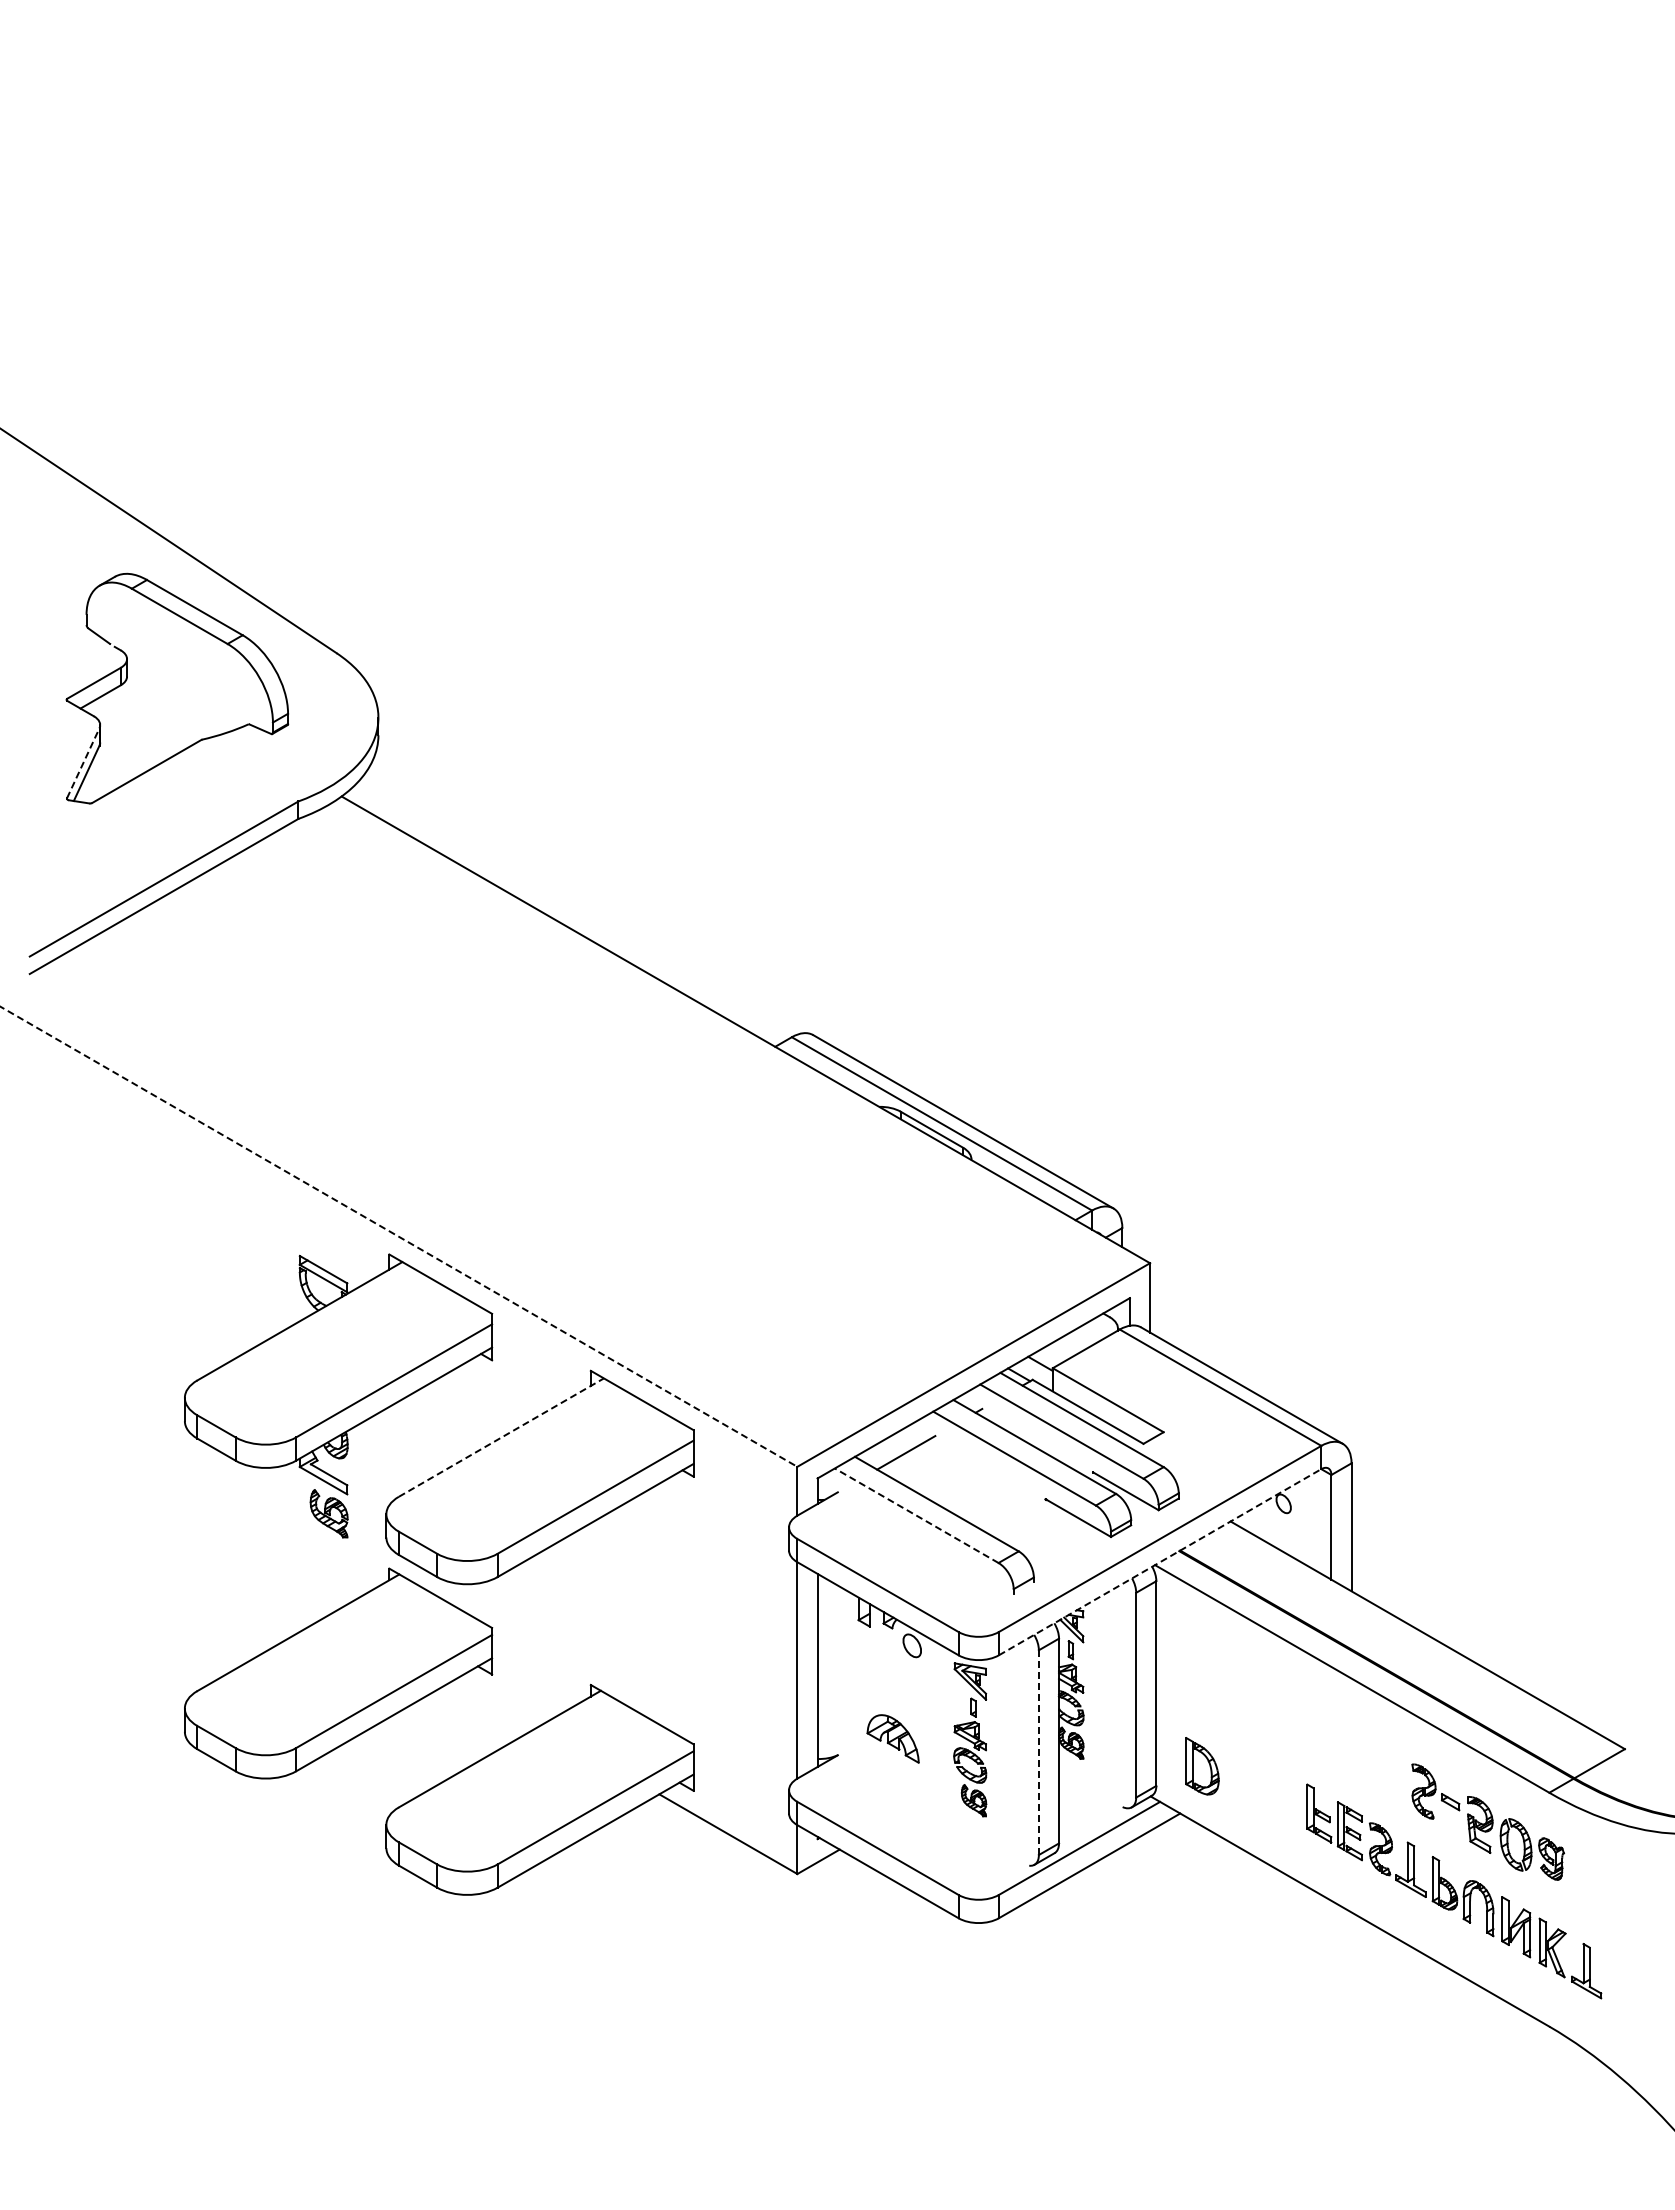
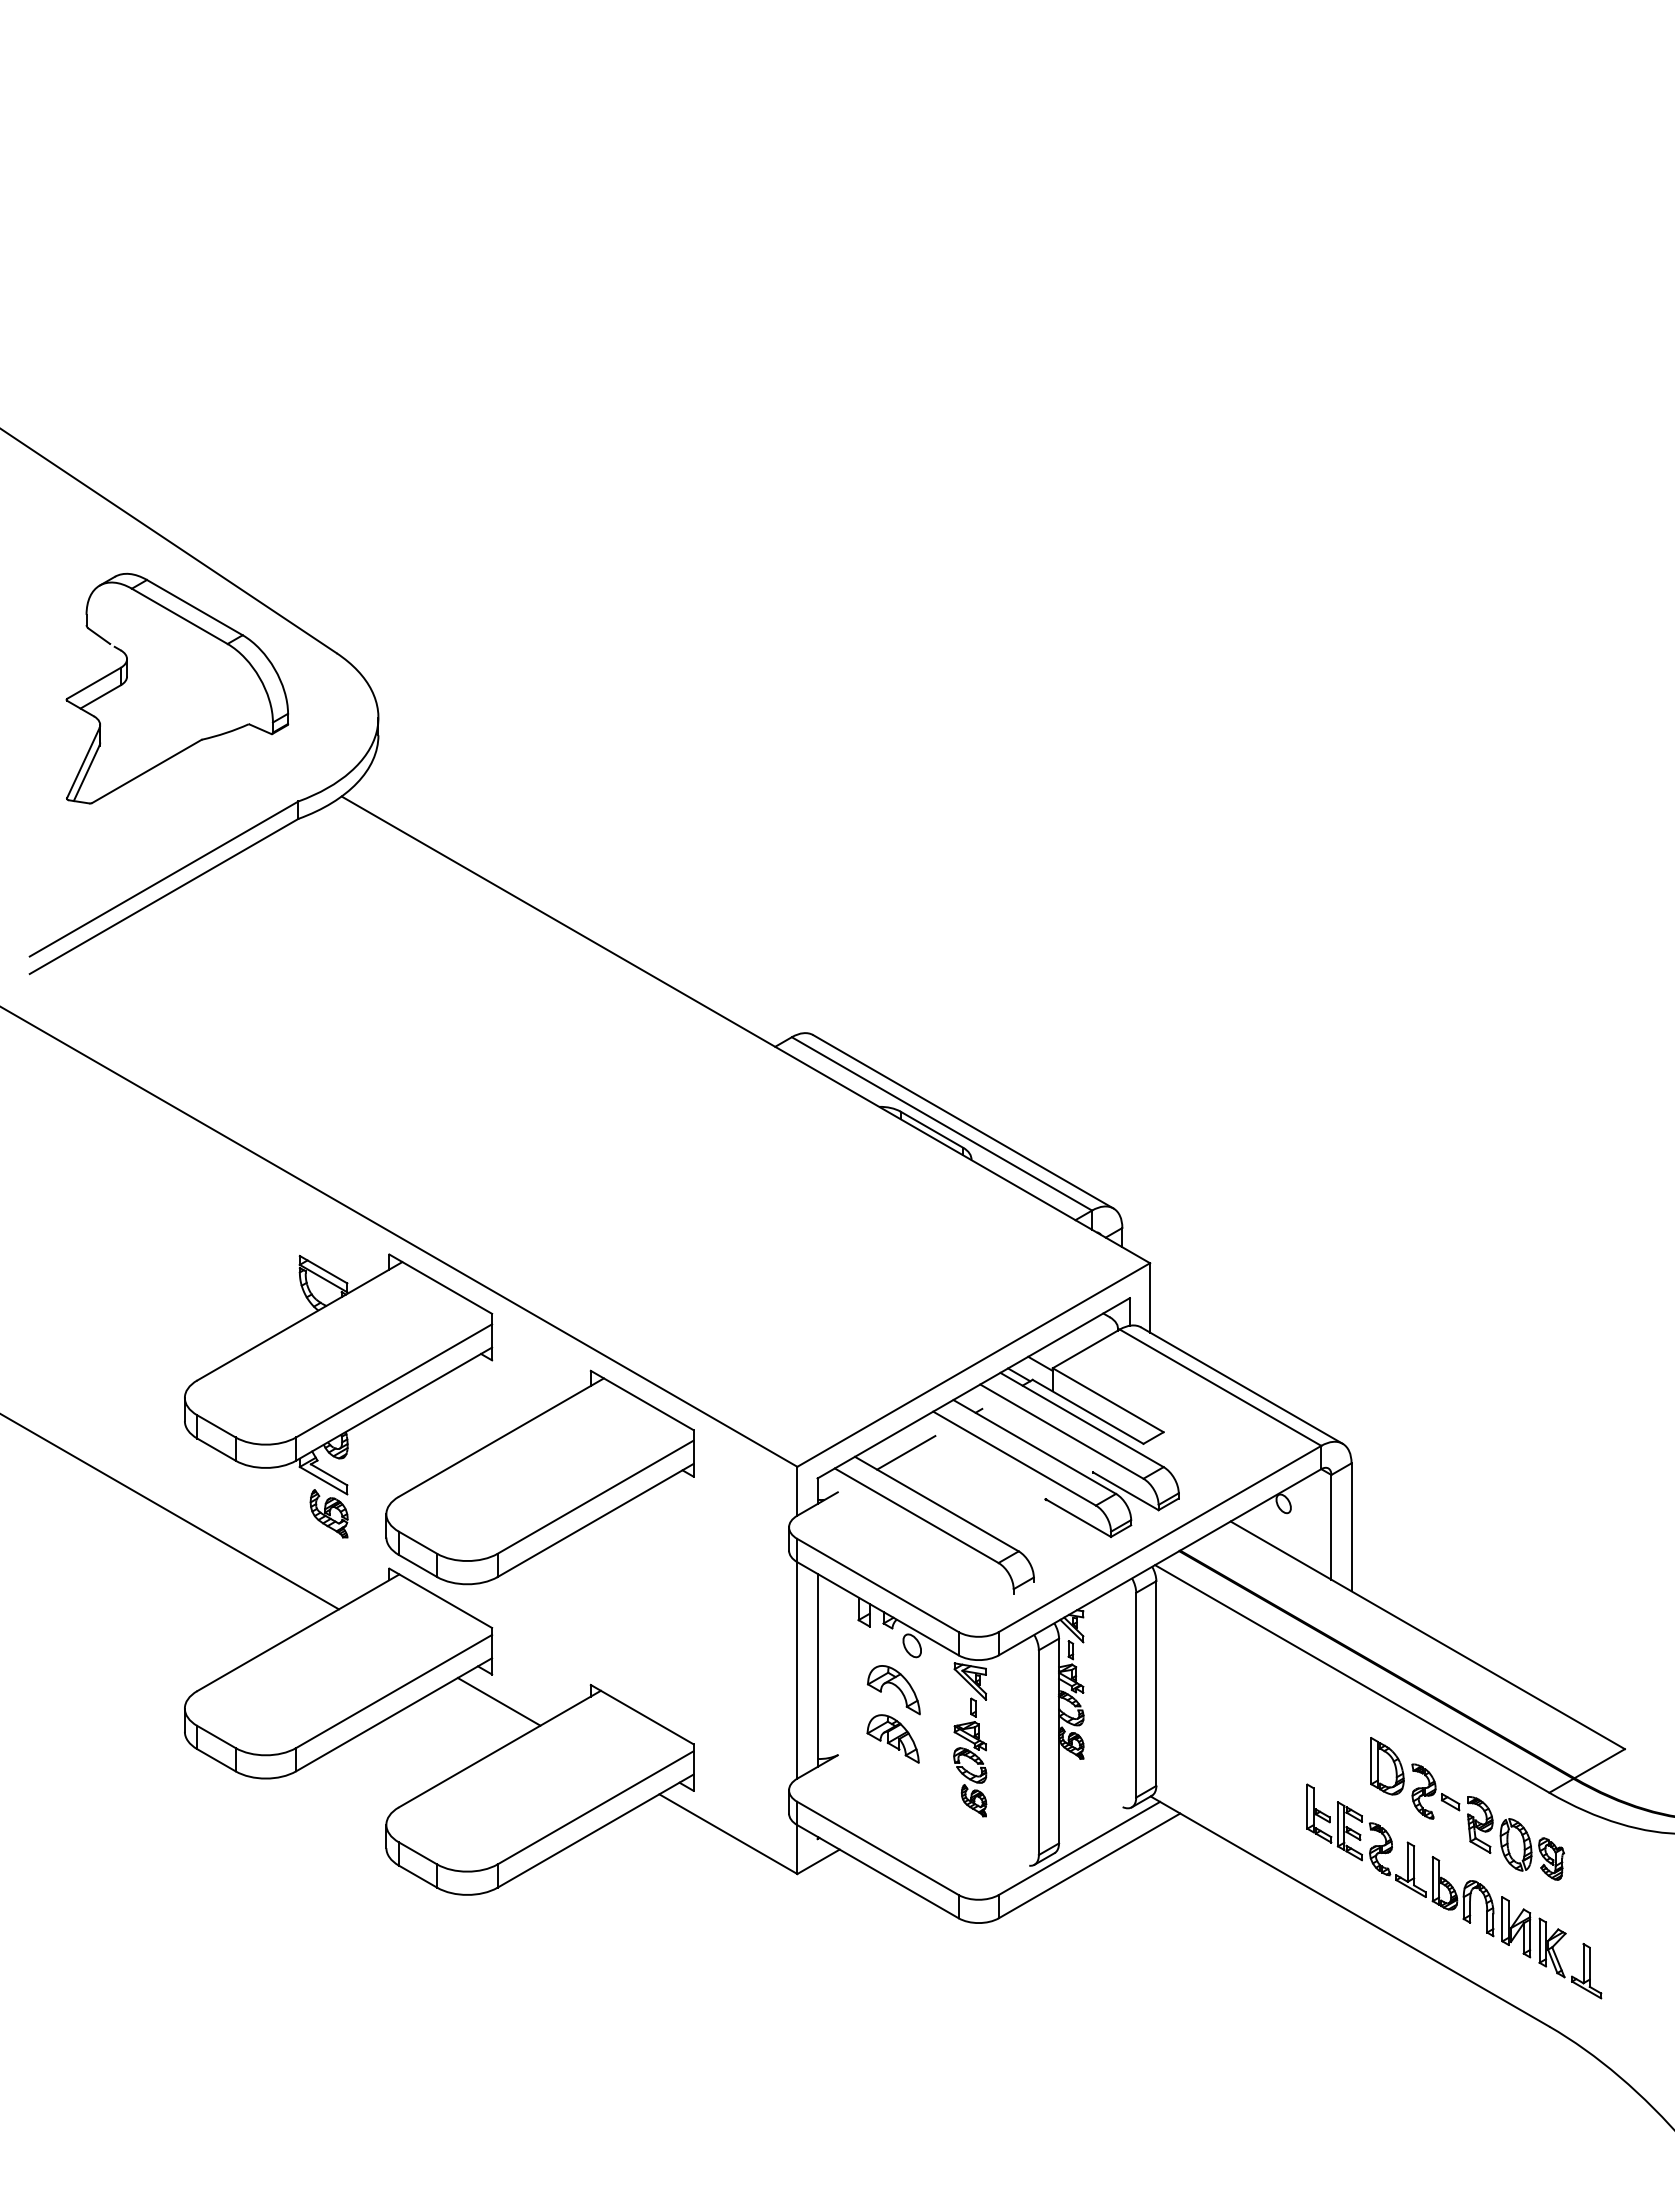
line at (83, 763): dashed -> solid
line at (399, 1236): dashed -> solid
line at (501, 1437): dashed -> solid
line at (170, 1512): none -> present
line at (916, 1515): dashed -> solid
line at (1160, 1561): dashed -> solid
part at (893, 1690): none -> present
line at (498, 1701): none -> present
line at (1038, 1753): dashed -> solid
part at (1202, 1766) position: (1202, 1766) -> (1387, 1766)
